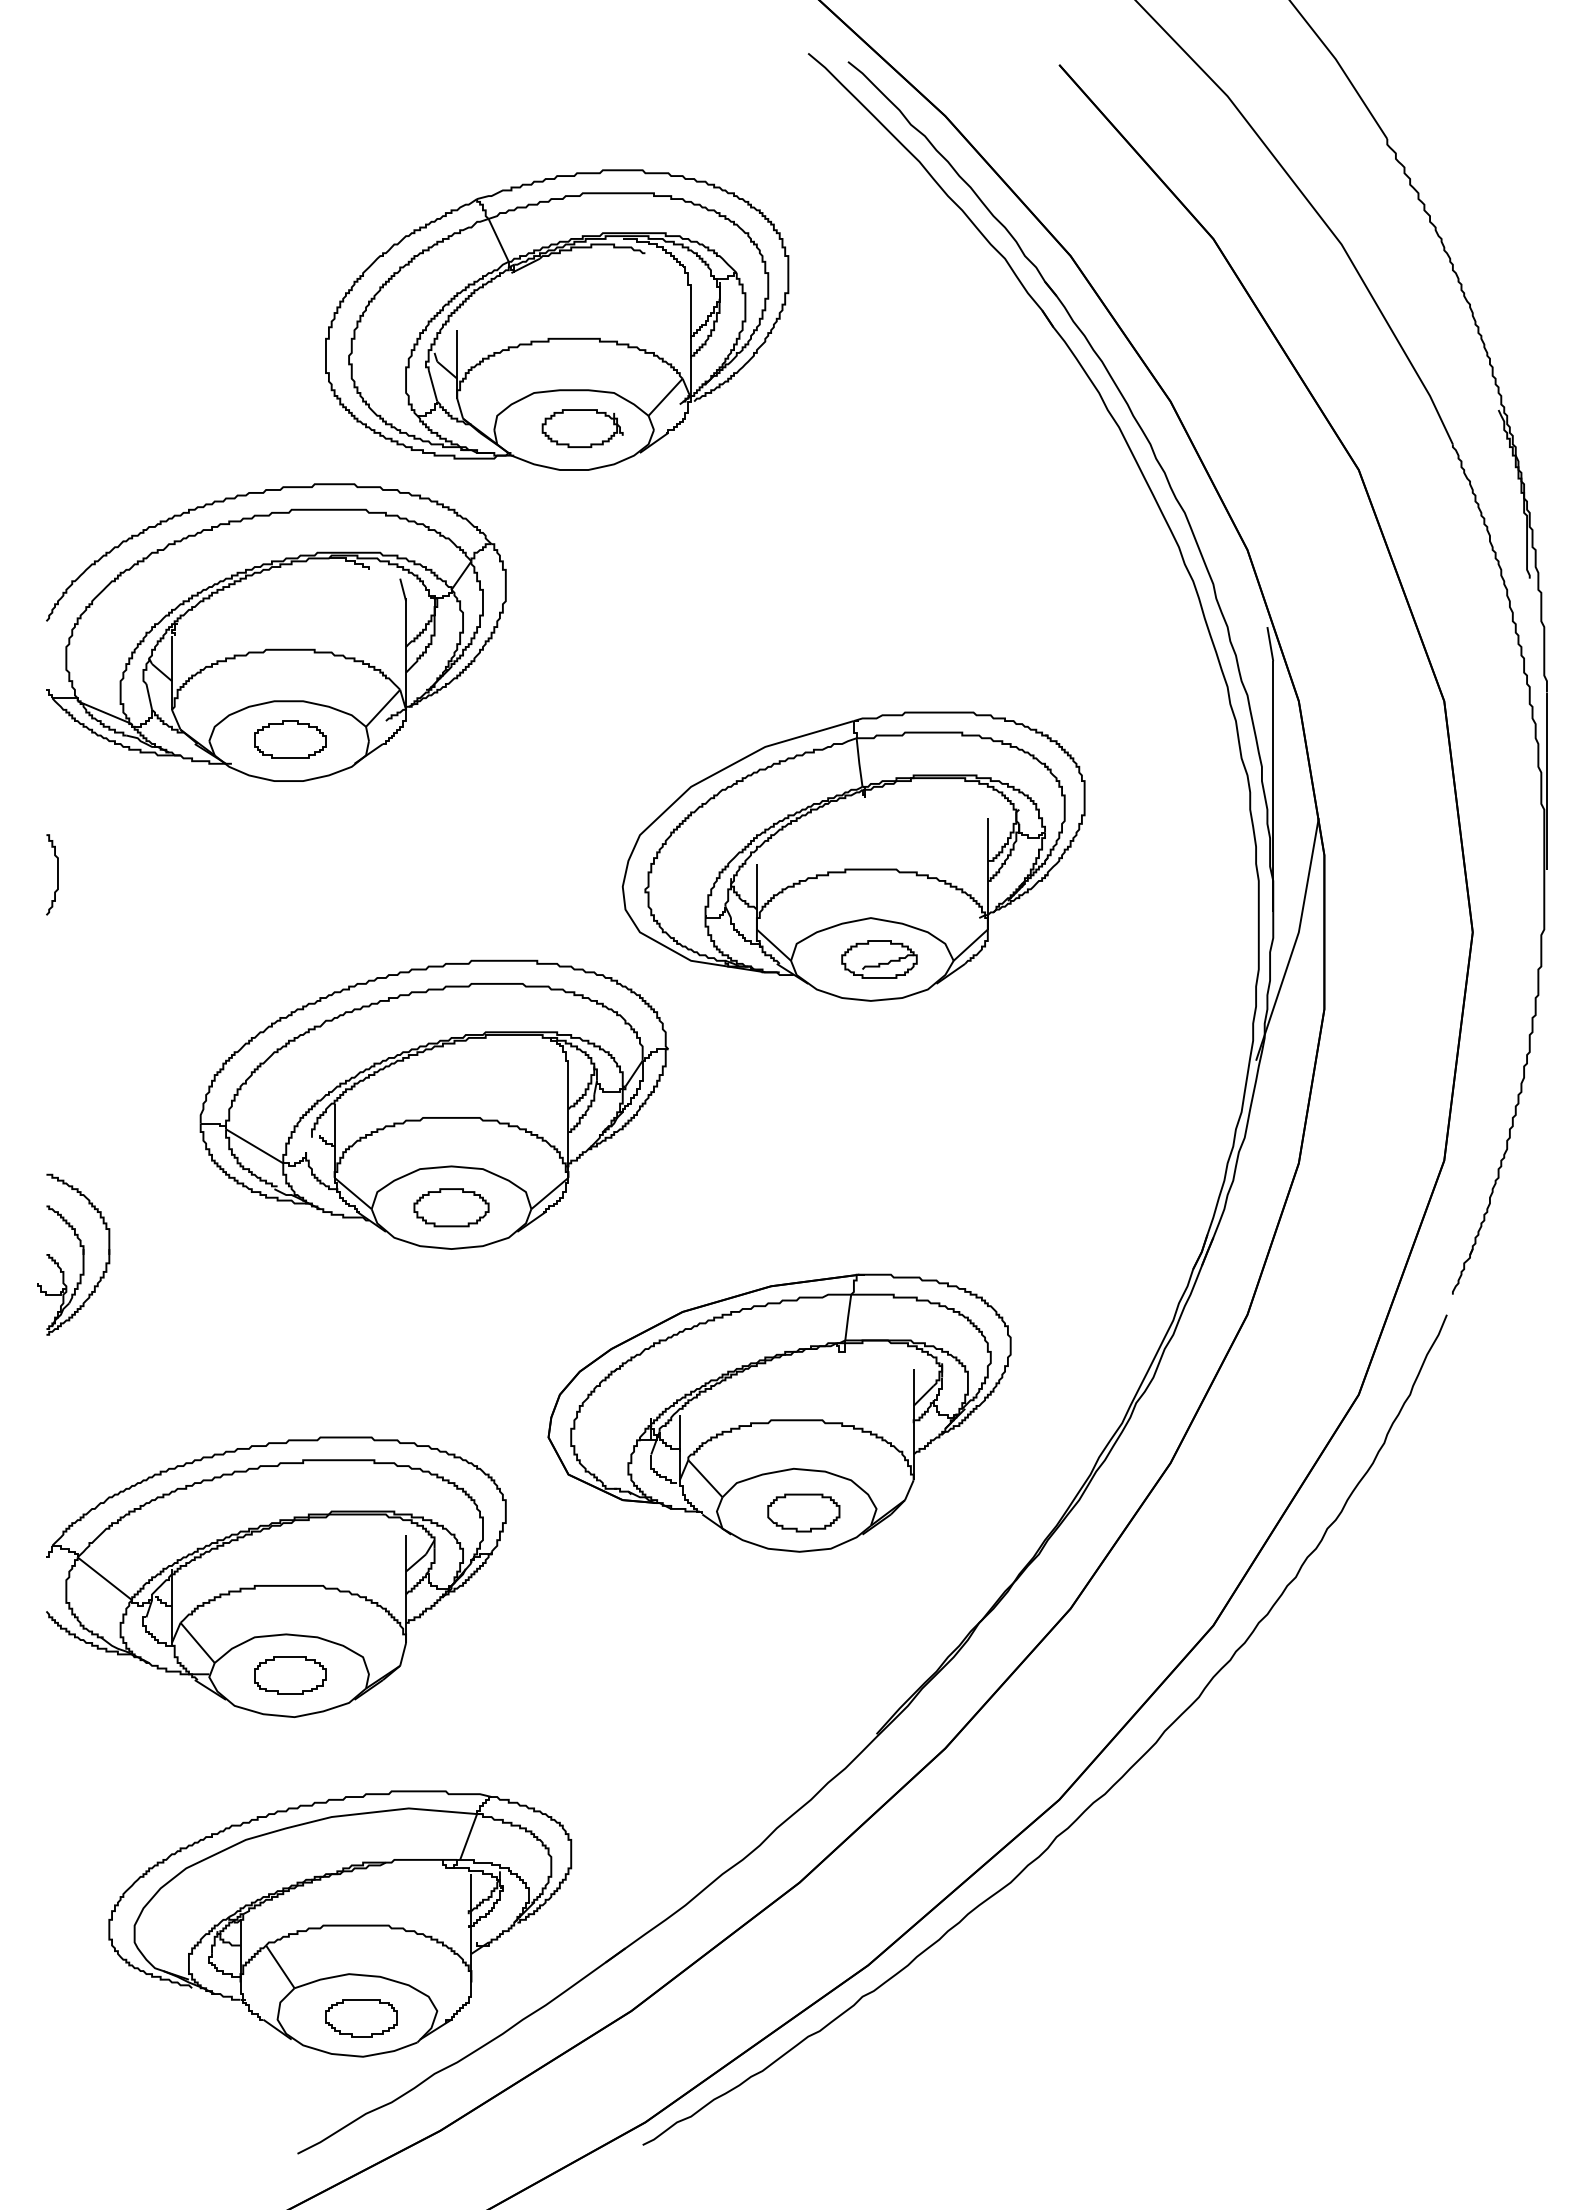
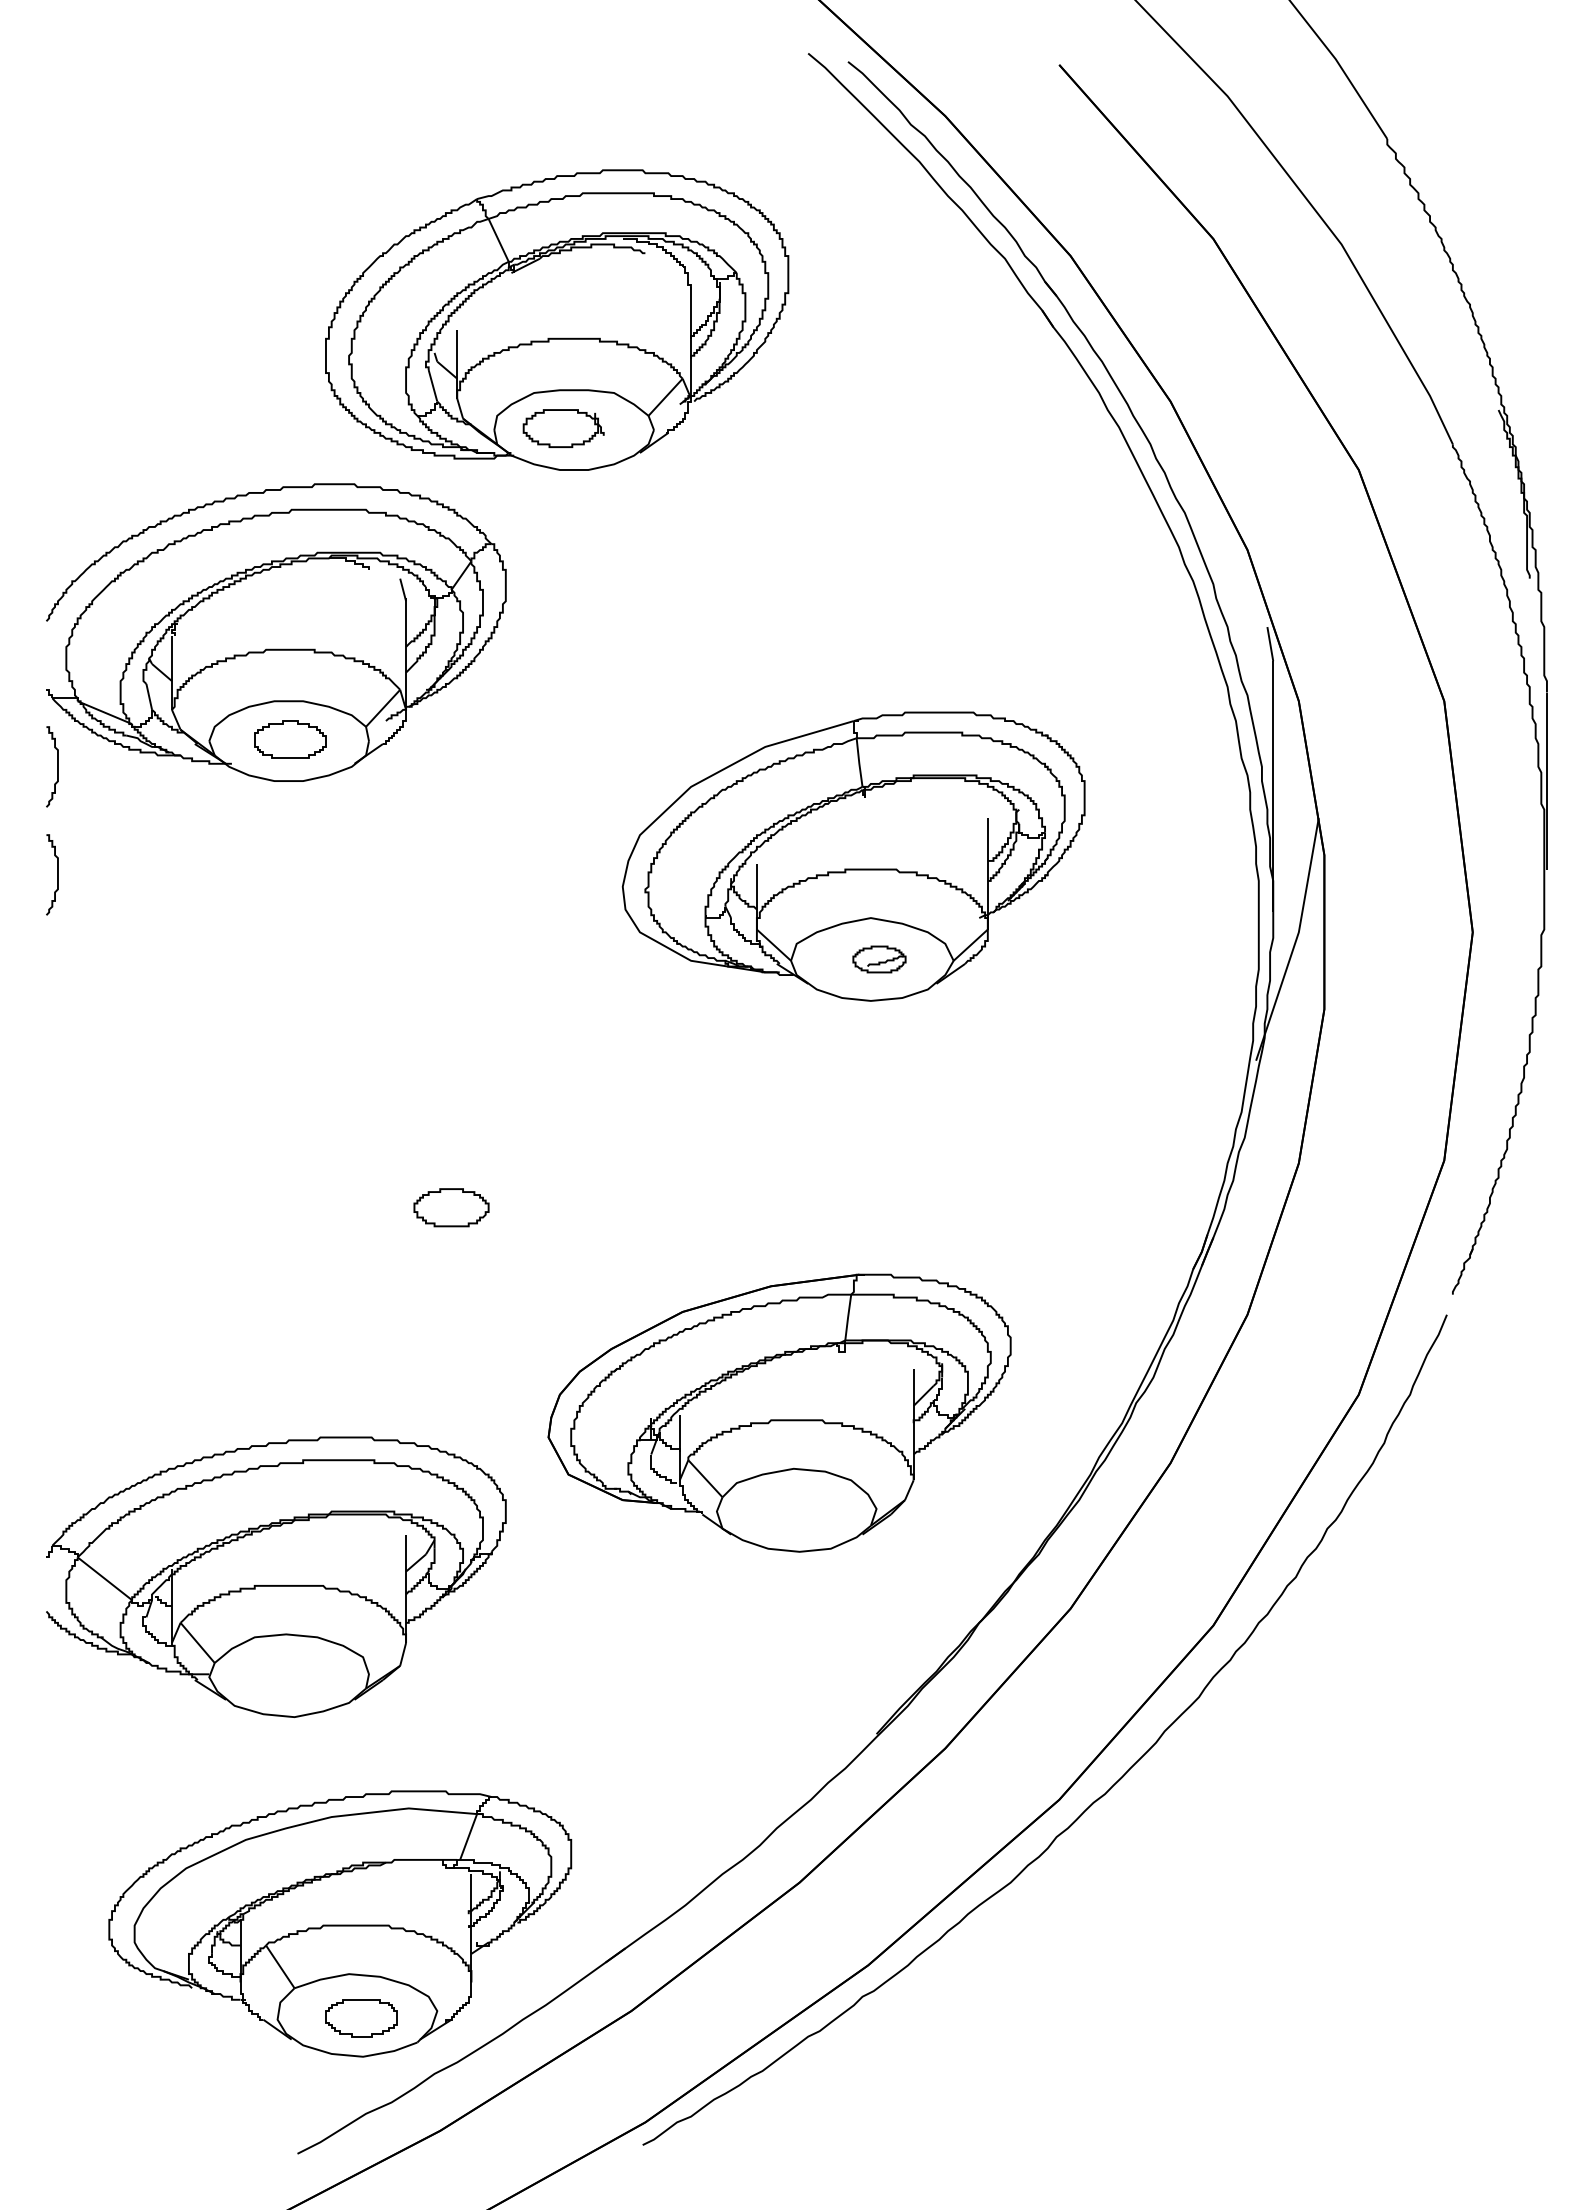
part at (582, 428) position: (582, 428) -> (563, 428)
curve at (57, 766): none -> present
part at (879, 959) size: 77x39 px -> 55x29 px
part at (433, 1104): present -> none
part at (82, 1254): present -> none
part at (803, 1512): present -> none
part at (290, 1675): present -> none
